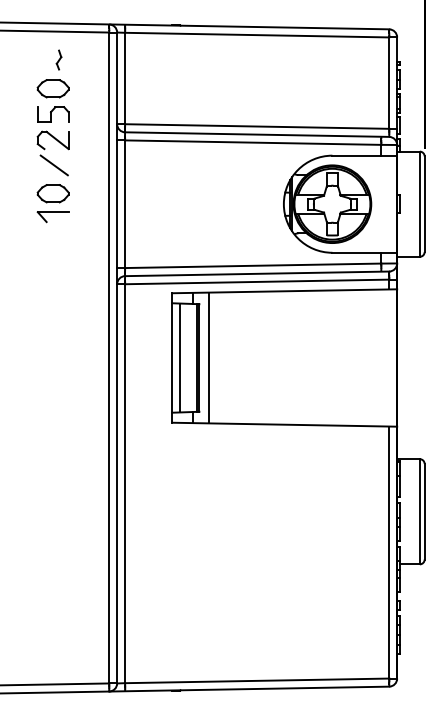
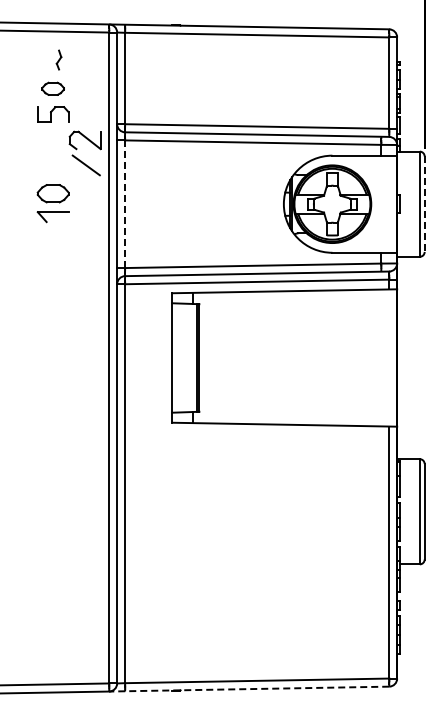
part at (52, 88) size: 34x20 px -> 24x15 px
part at (49, 160) position: (49, 160) -> (81, 160)
line at (125, 204): solid -> dashed
line at (424, 204): solid -> dashed
line at (180, 357): present -> none
line at (209, 357): present -> none
line at (249, 689): solid -> dashed
